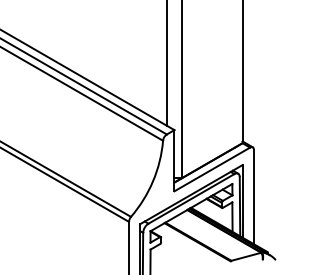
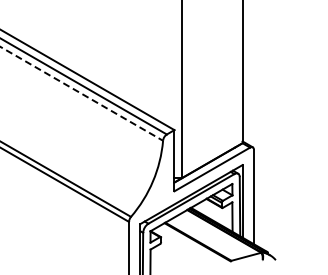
line at (166, 63): present -> none
line at (81, 93): solid -> dashed
